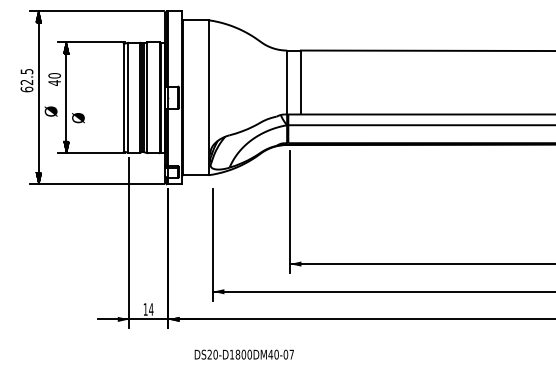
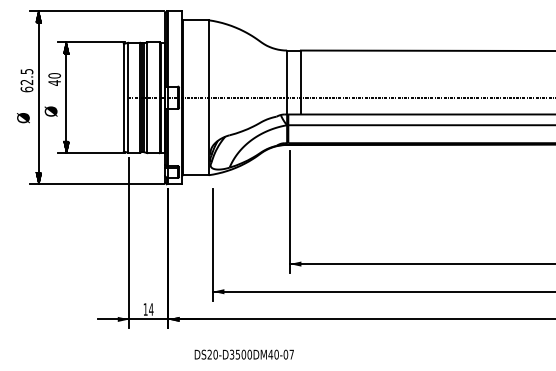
line at (340, 97): none -> present
text at (78, 118) position: (78, 118) -> (23, 118)
text at (234, 354): DS20-D1800DM40-07 -> DS20-D3500DM40-07
